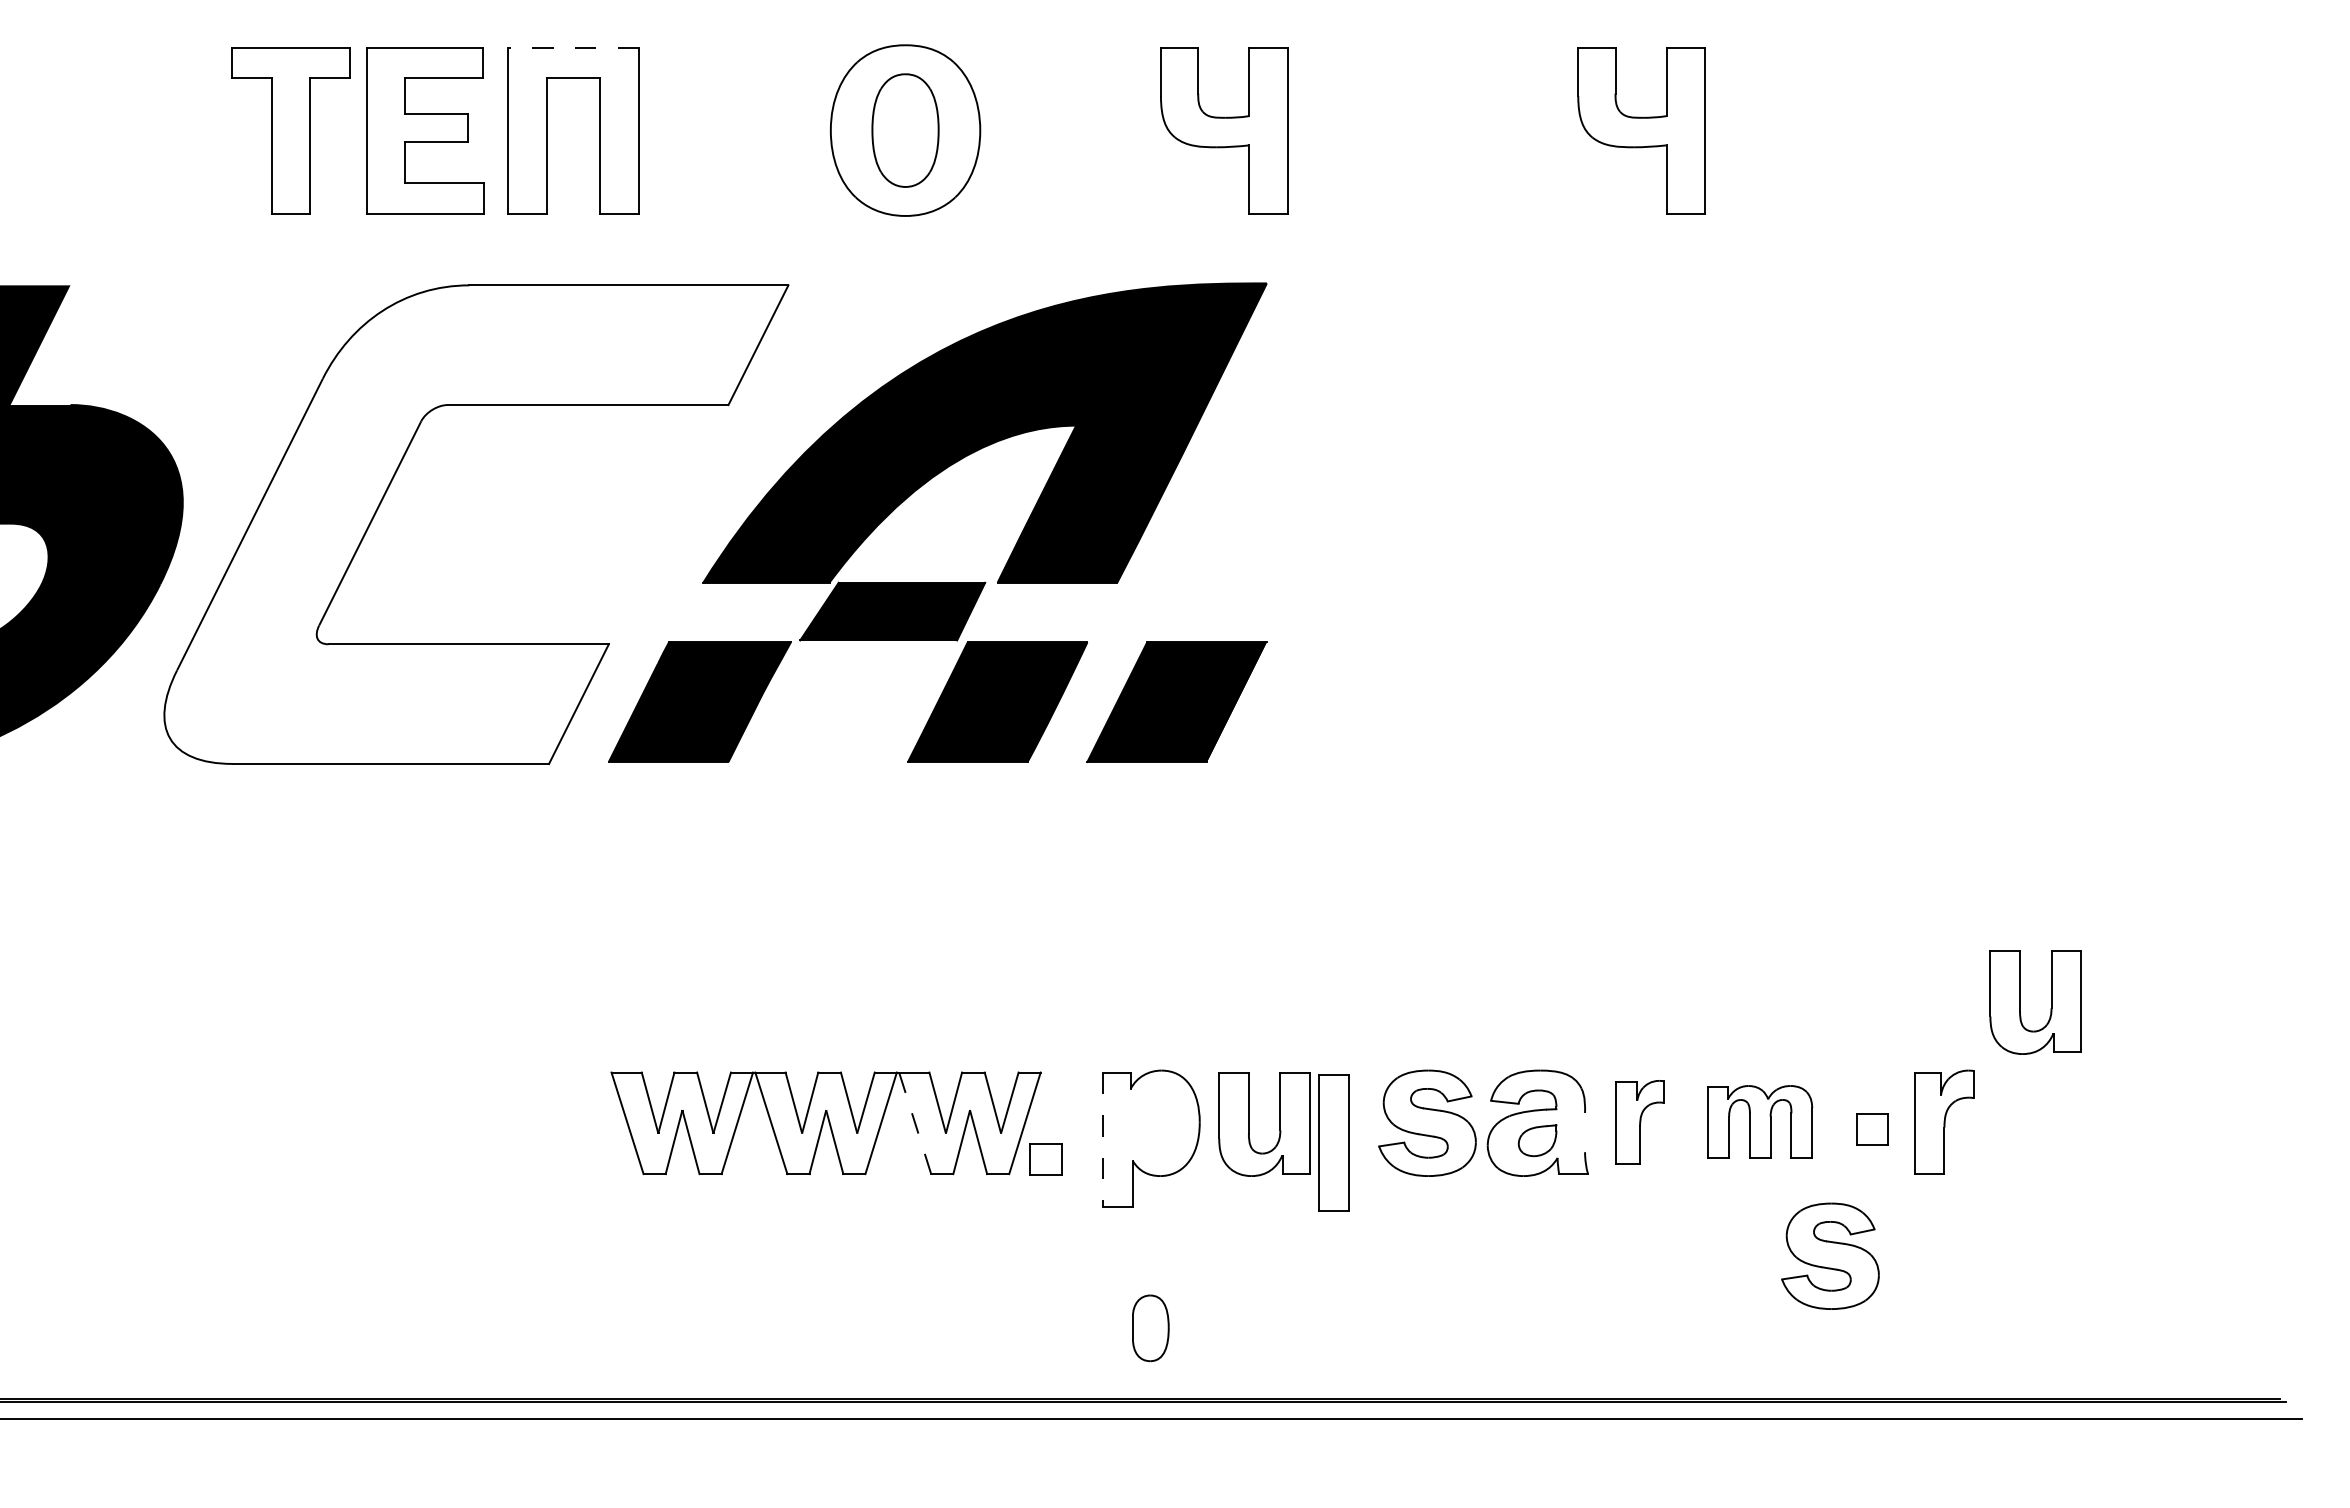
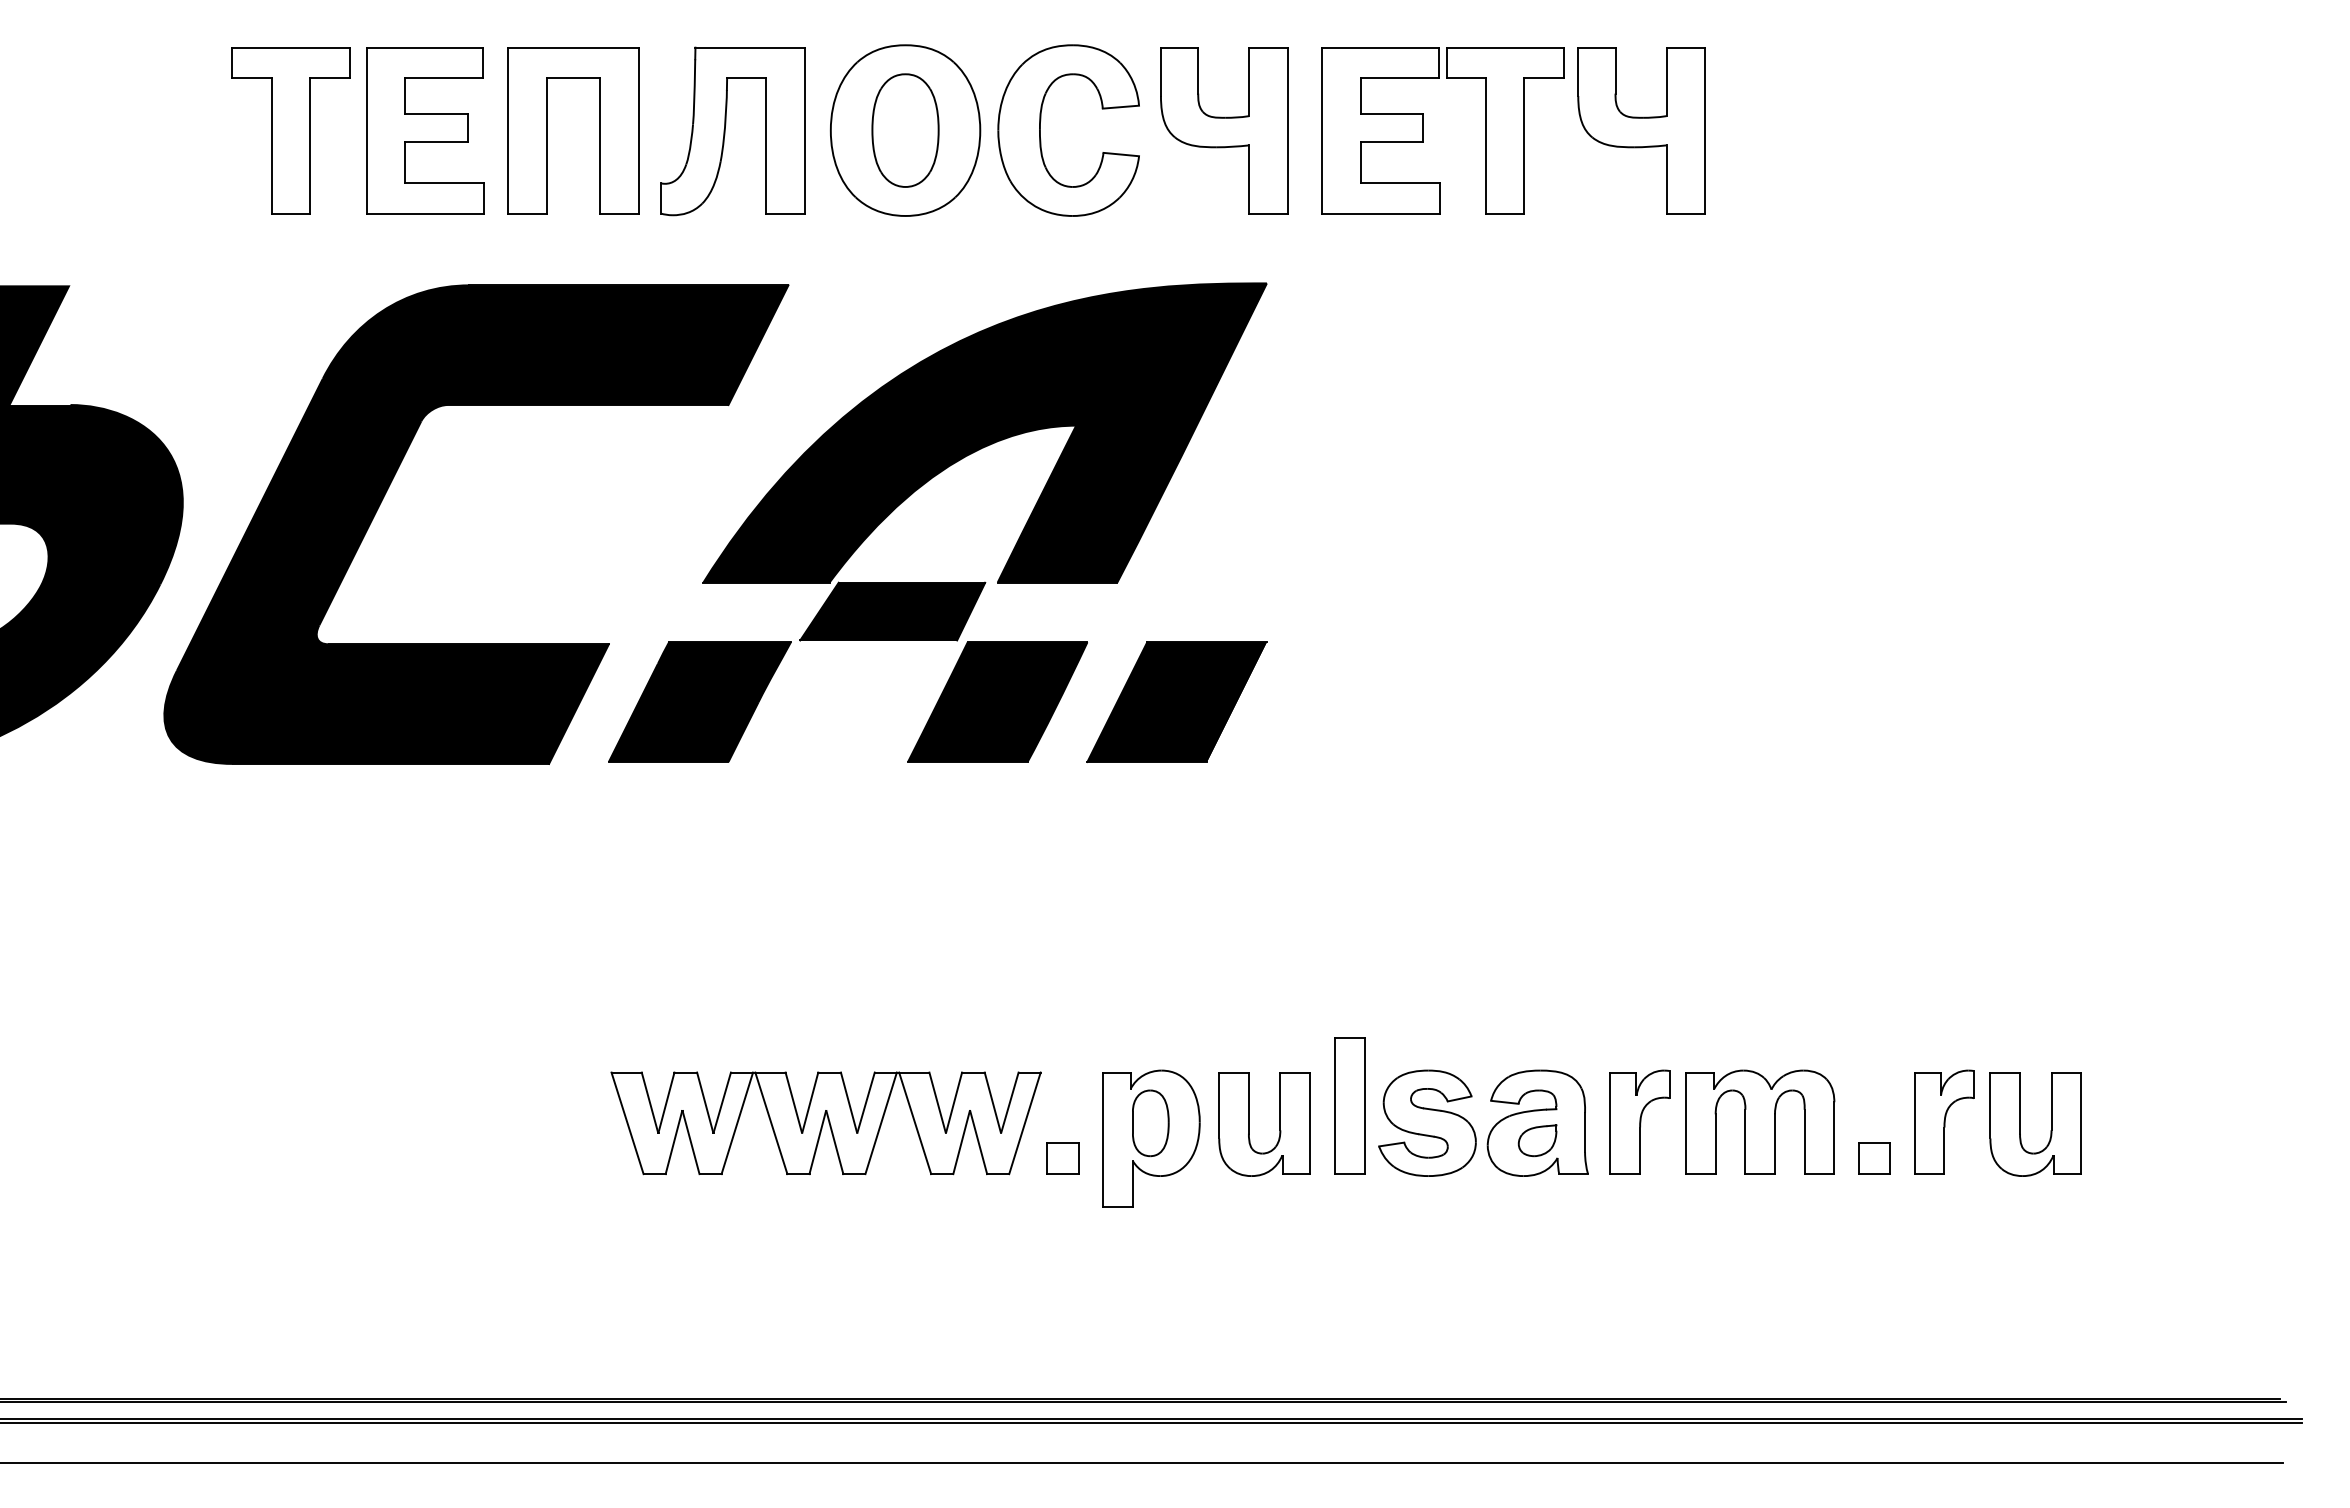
line at (573, 47): dashed -> solid
part at (1040, 130): none -> present
part at (1423, 130): none -> present
part at (725, 131): none -> present
fill at (476, 524): none -> present
part at (2020, 1002) position: (2020, 1002) -> (2020, 1124)
part at (1760, 1121) size: 107x74 px -> 151x106 px
part at (1639, 1122) size: 50x85 px -> 62x106 px
line at (915, 1123): dashed -> solid
part at (1872, 1129) position: (1872, 1129) -> (1874, 1158)
line at (1585, 1132): none -> present
line at (1103, 1140): dashed -> solid
part at (1333, 1142) position: (1333, 1142) -> (1349, 1105)
part at (1045, 1159) position: (1045, 1159) -> (1062, 1158)
part at (1830, 1255): present -> none
part at (1150, 1328) position: (1150, 1328) -> (1150, 1123)
line at (1151, 1422): none -> present
line at (1142, 1462): none -> present
